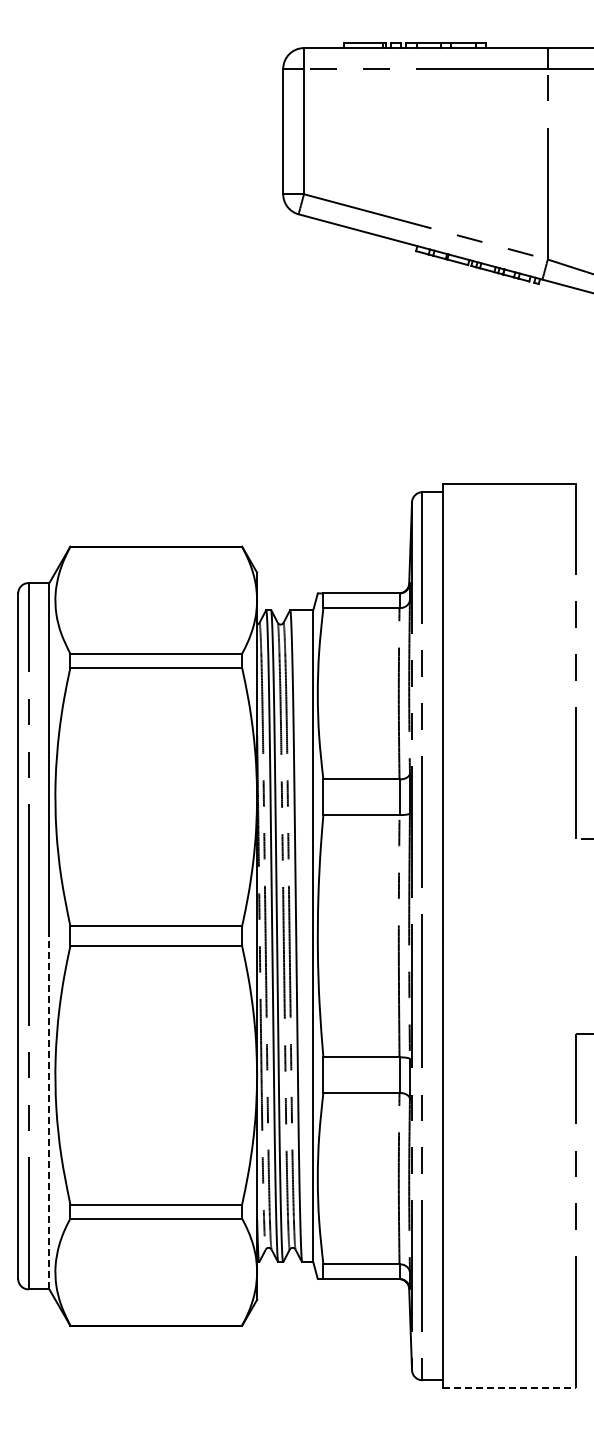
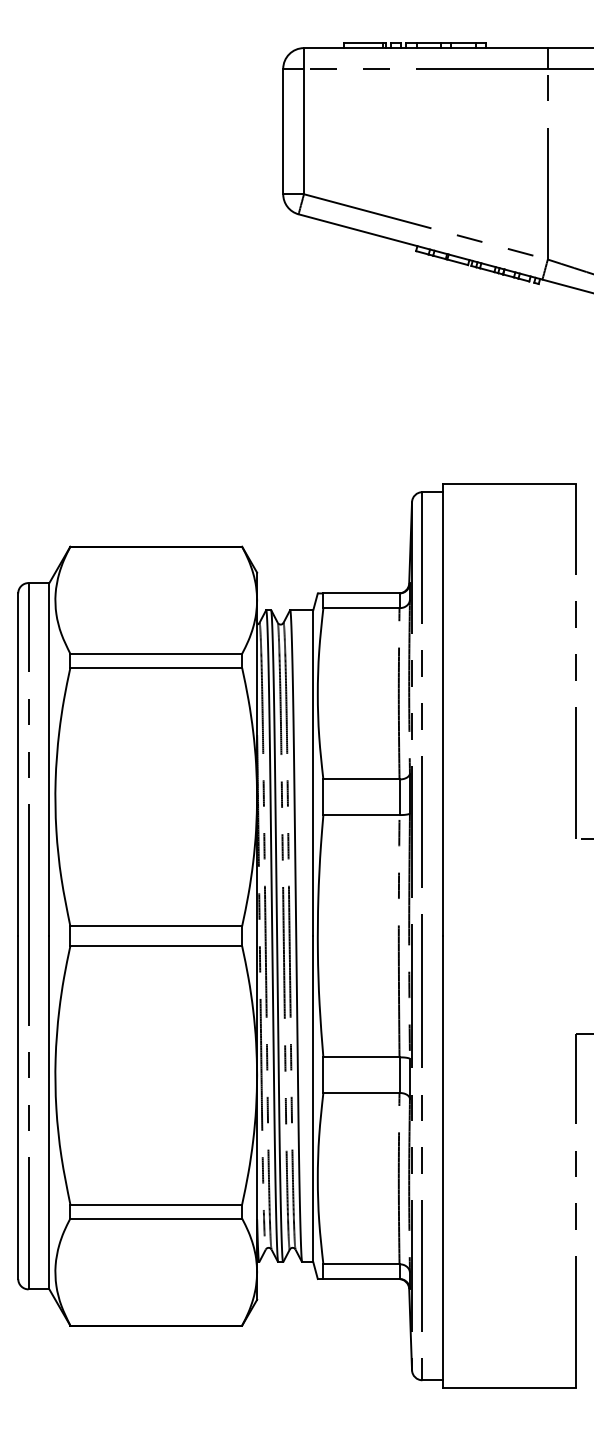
line at (49, 1112): dashed -> solid
line at (510, 1388): dashed -> solid
